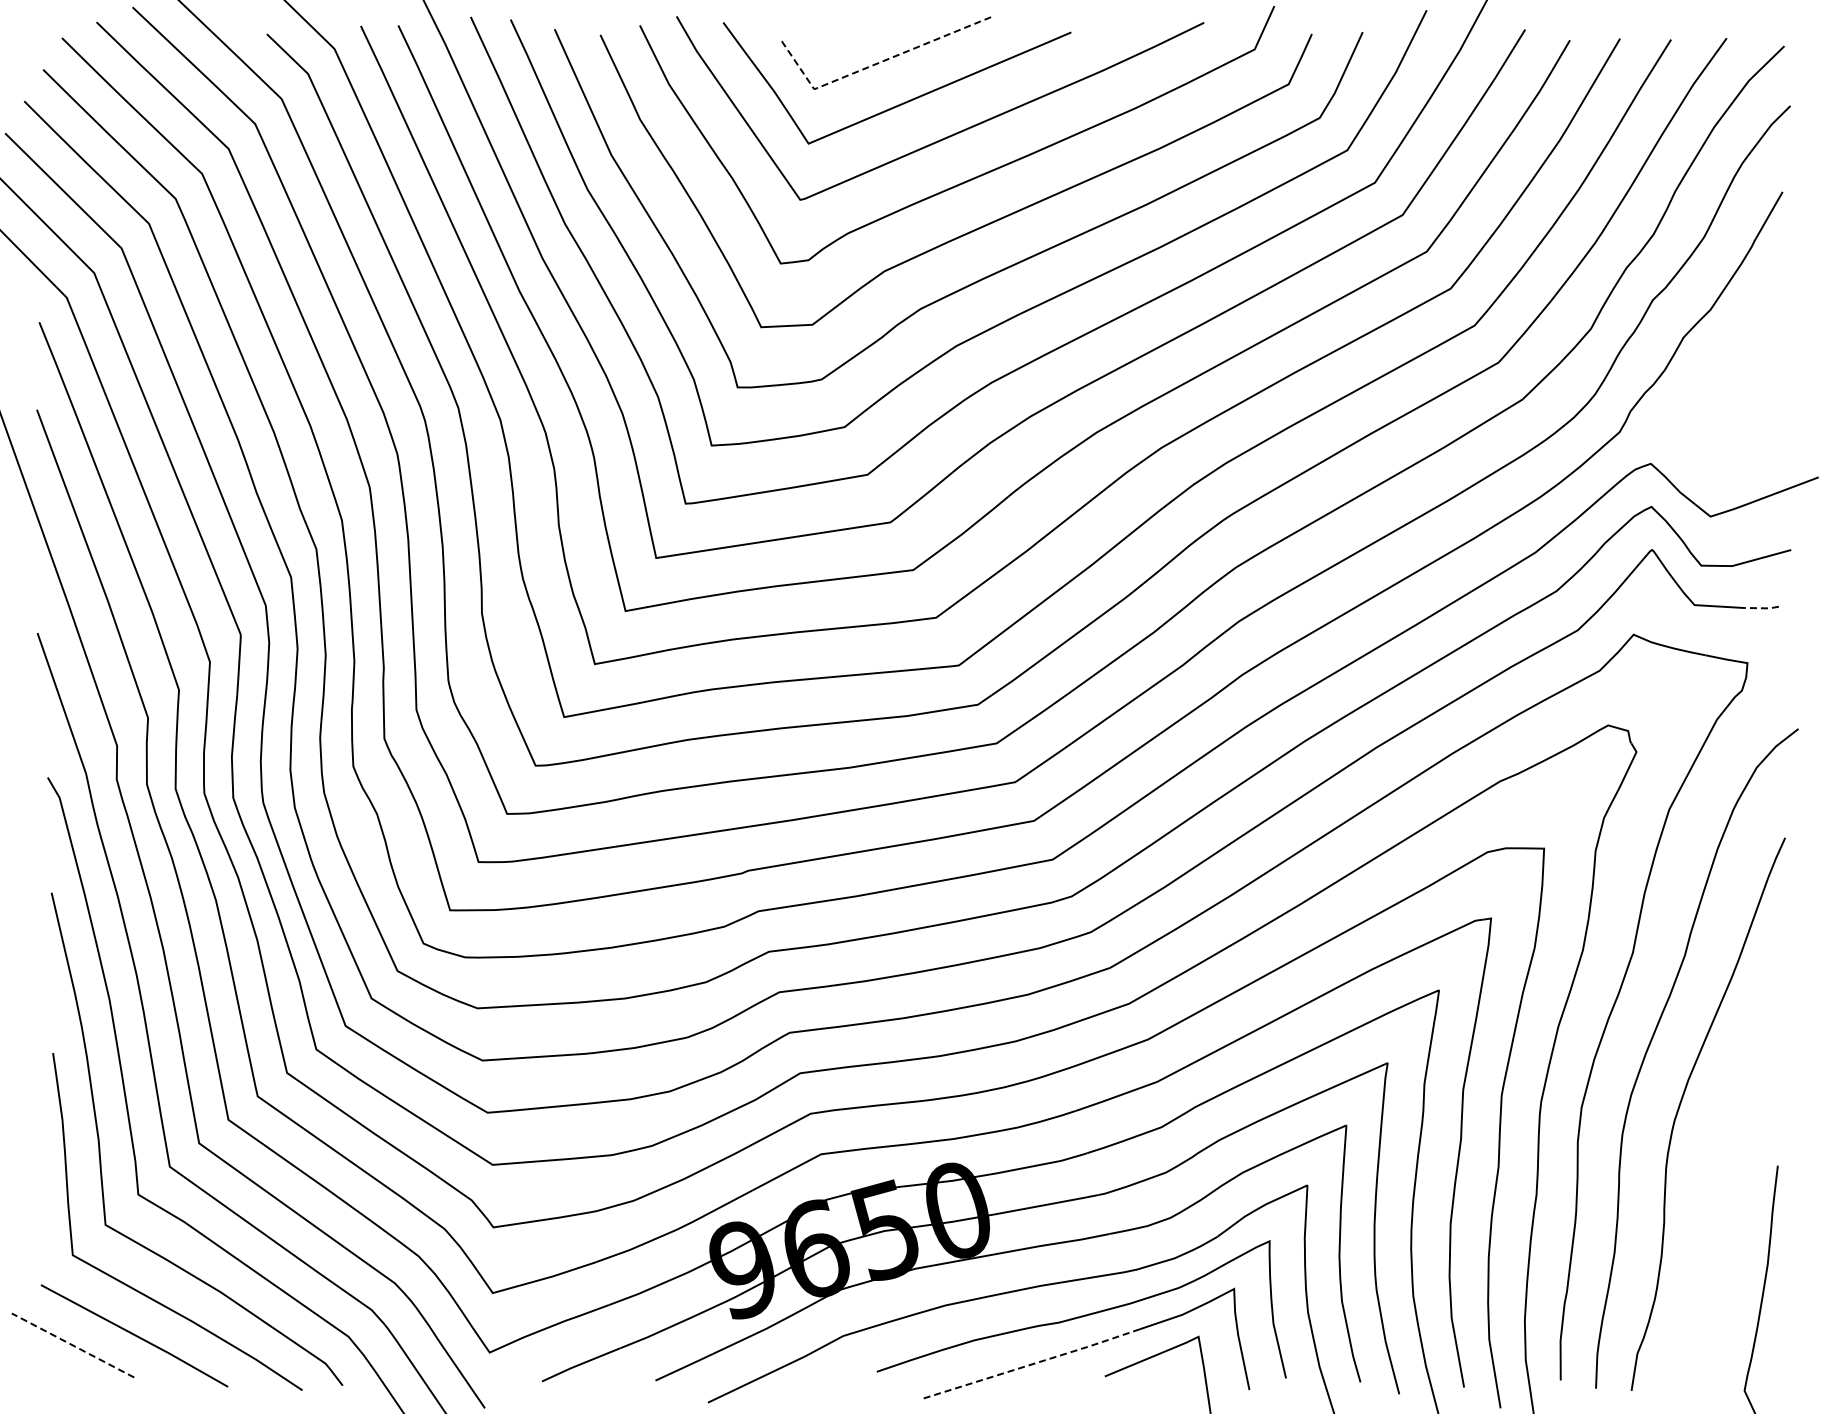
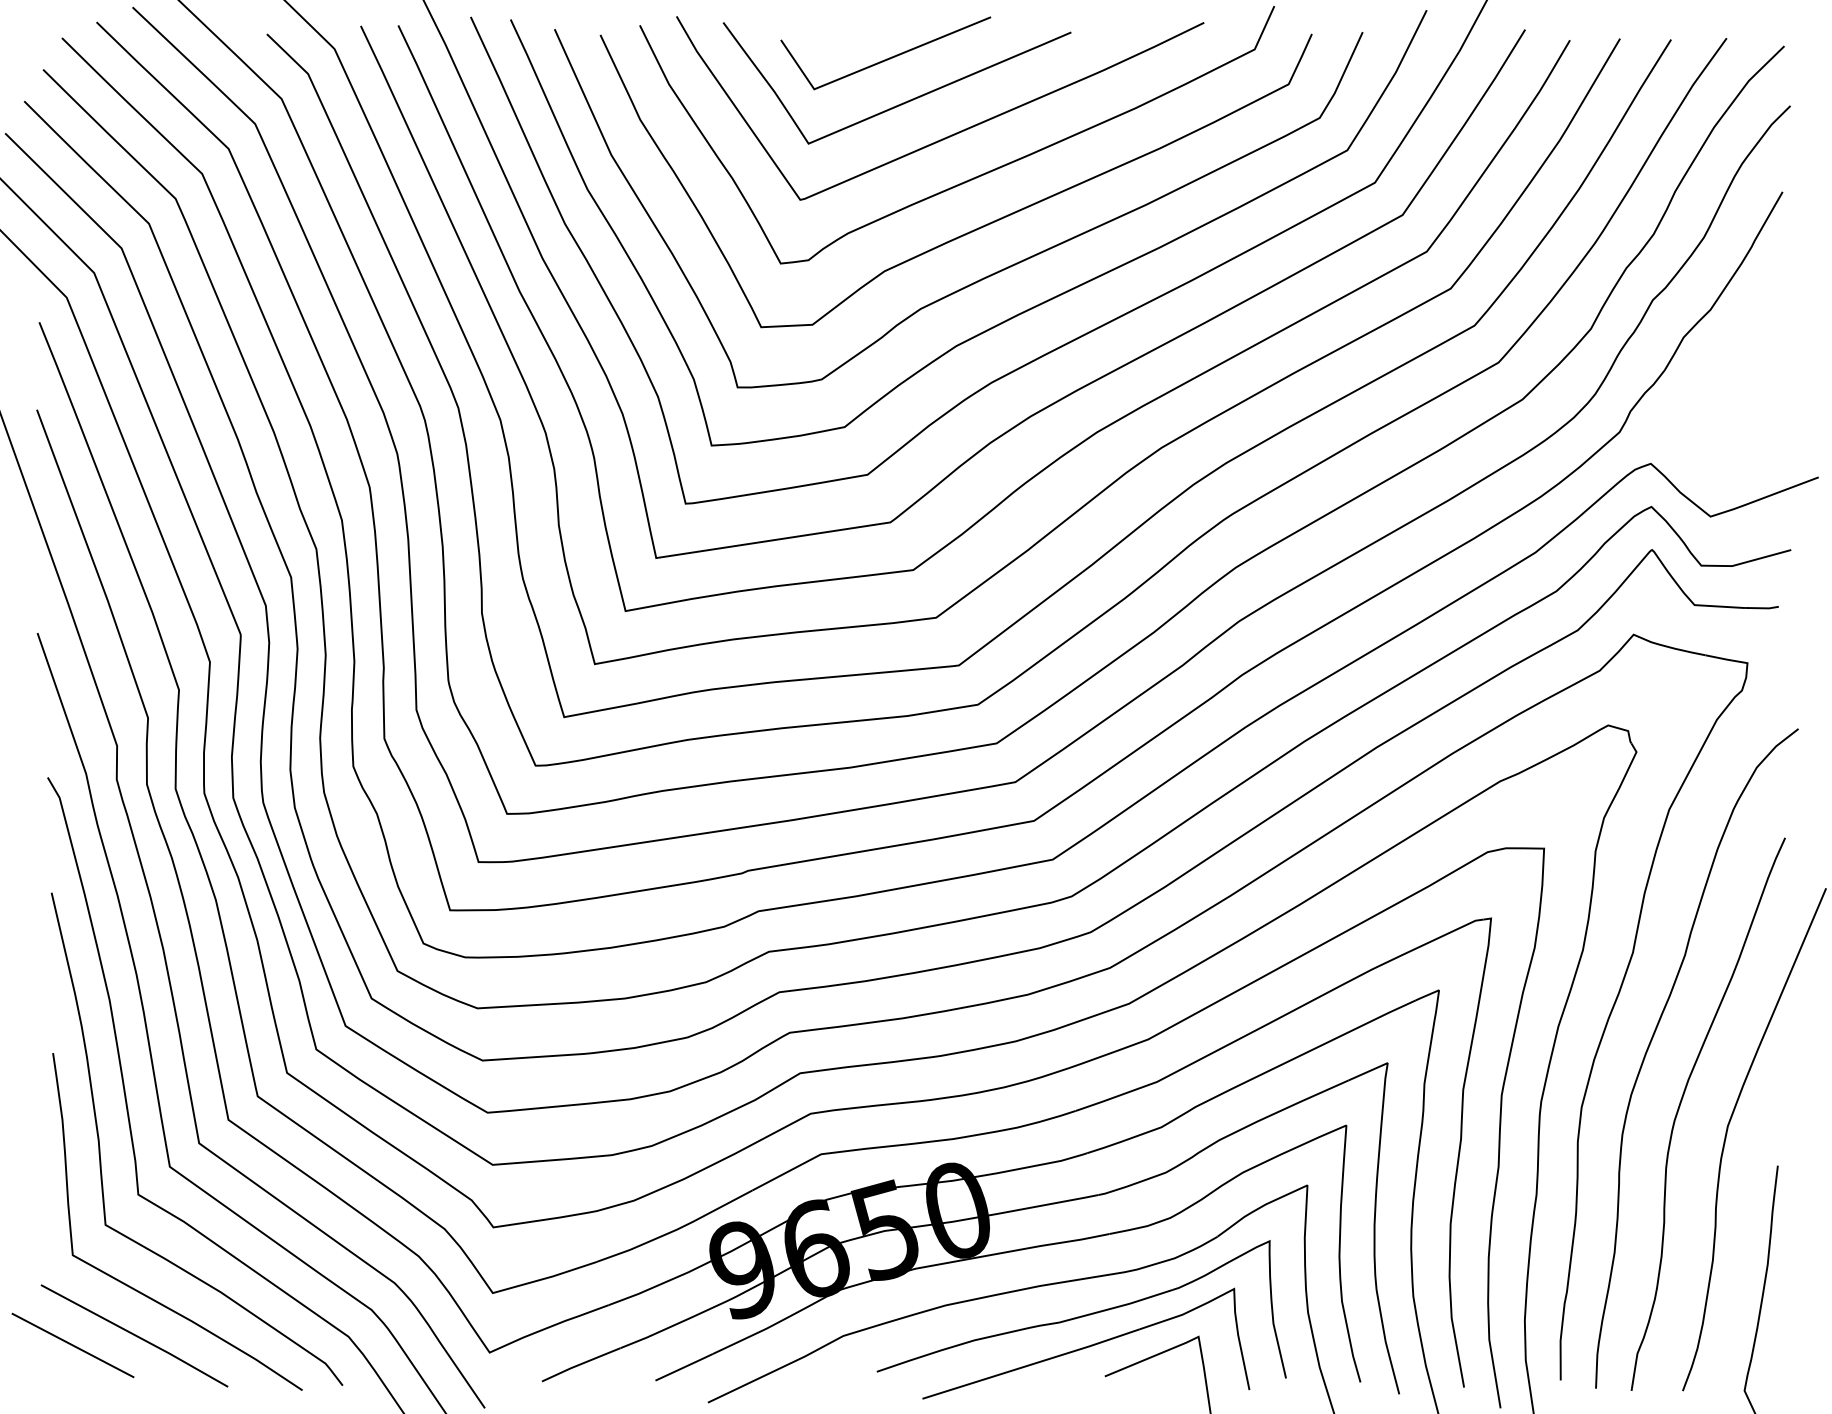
line at (874, 64): dashed -> solid
line at (1762, 608): dashed -> solid
curve at (1727, 1134): none -> present
line at (72, 1345): dashed -> solid
line at (1031, 1364): dashed -> solid
